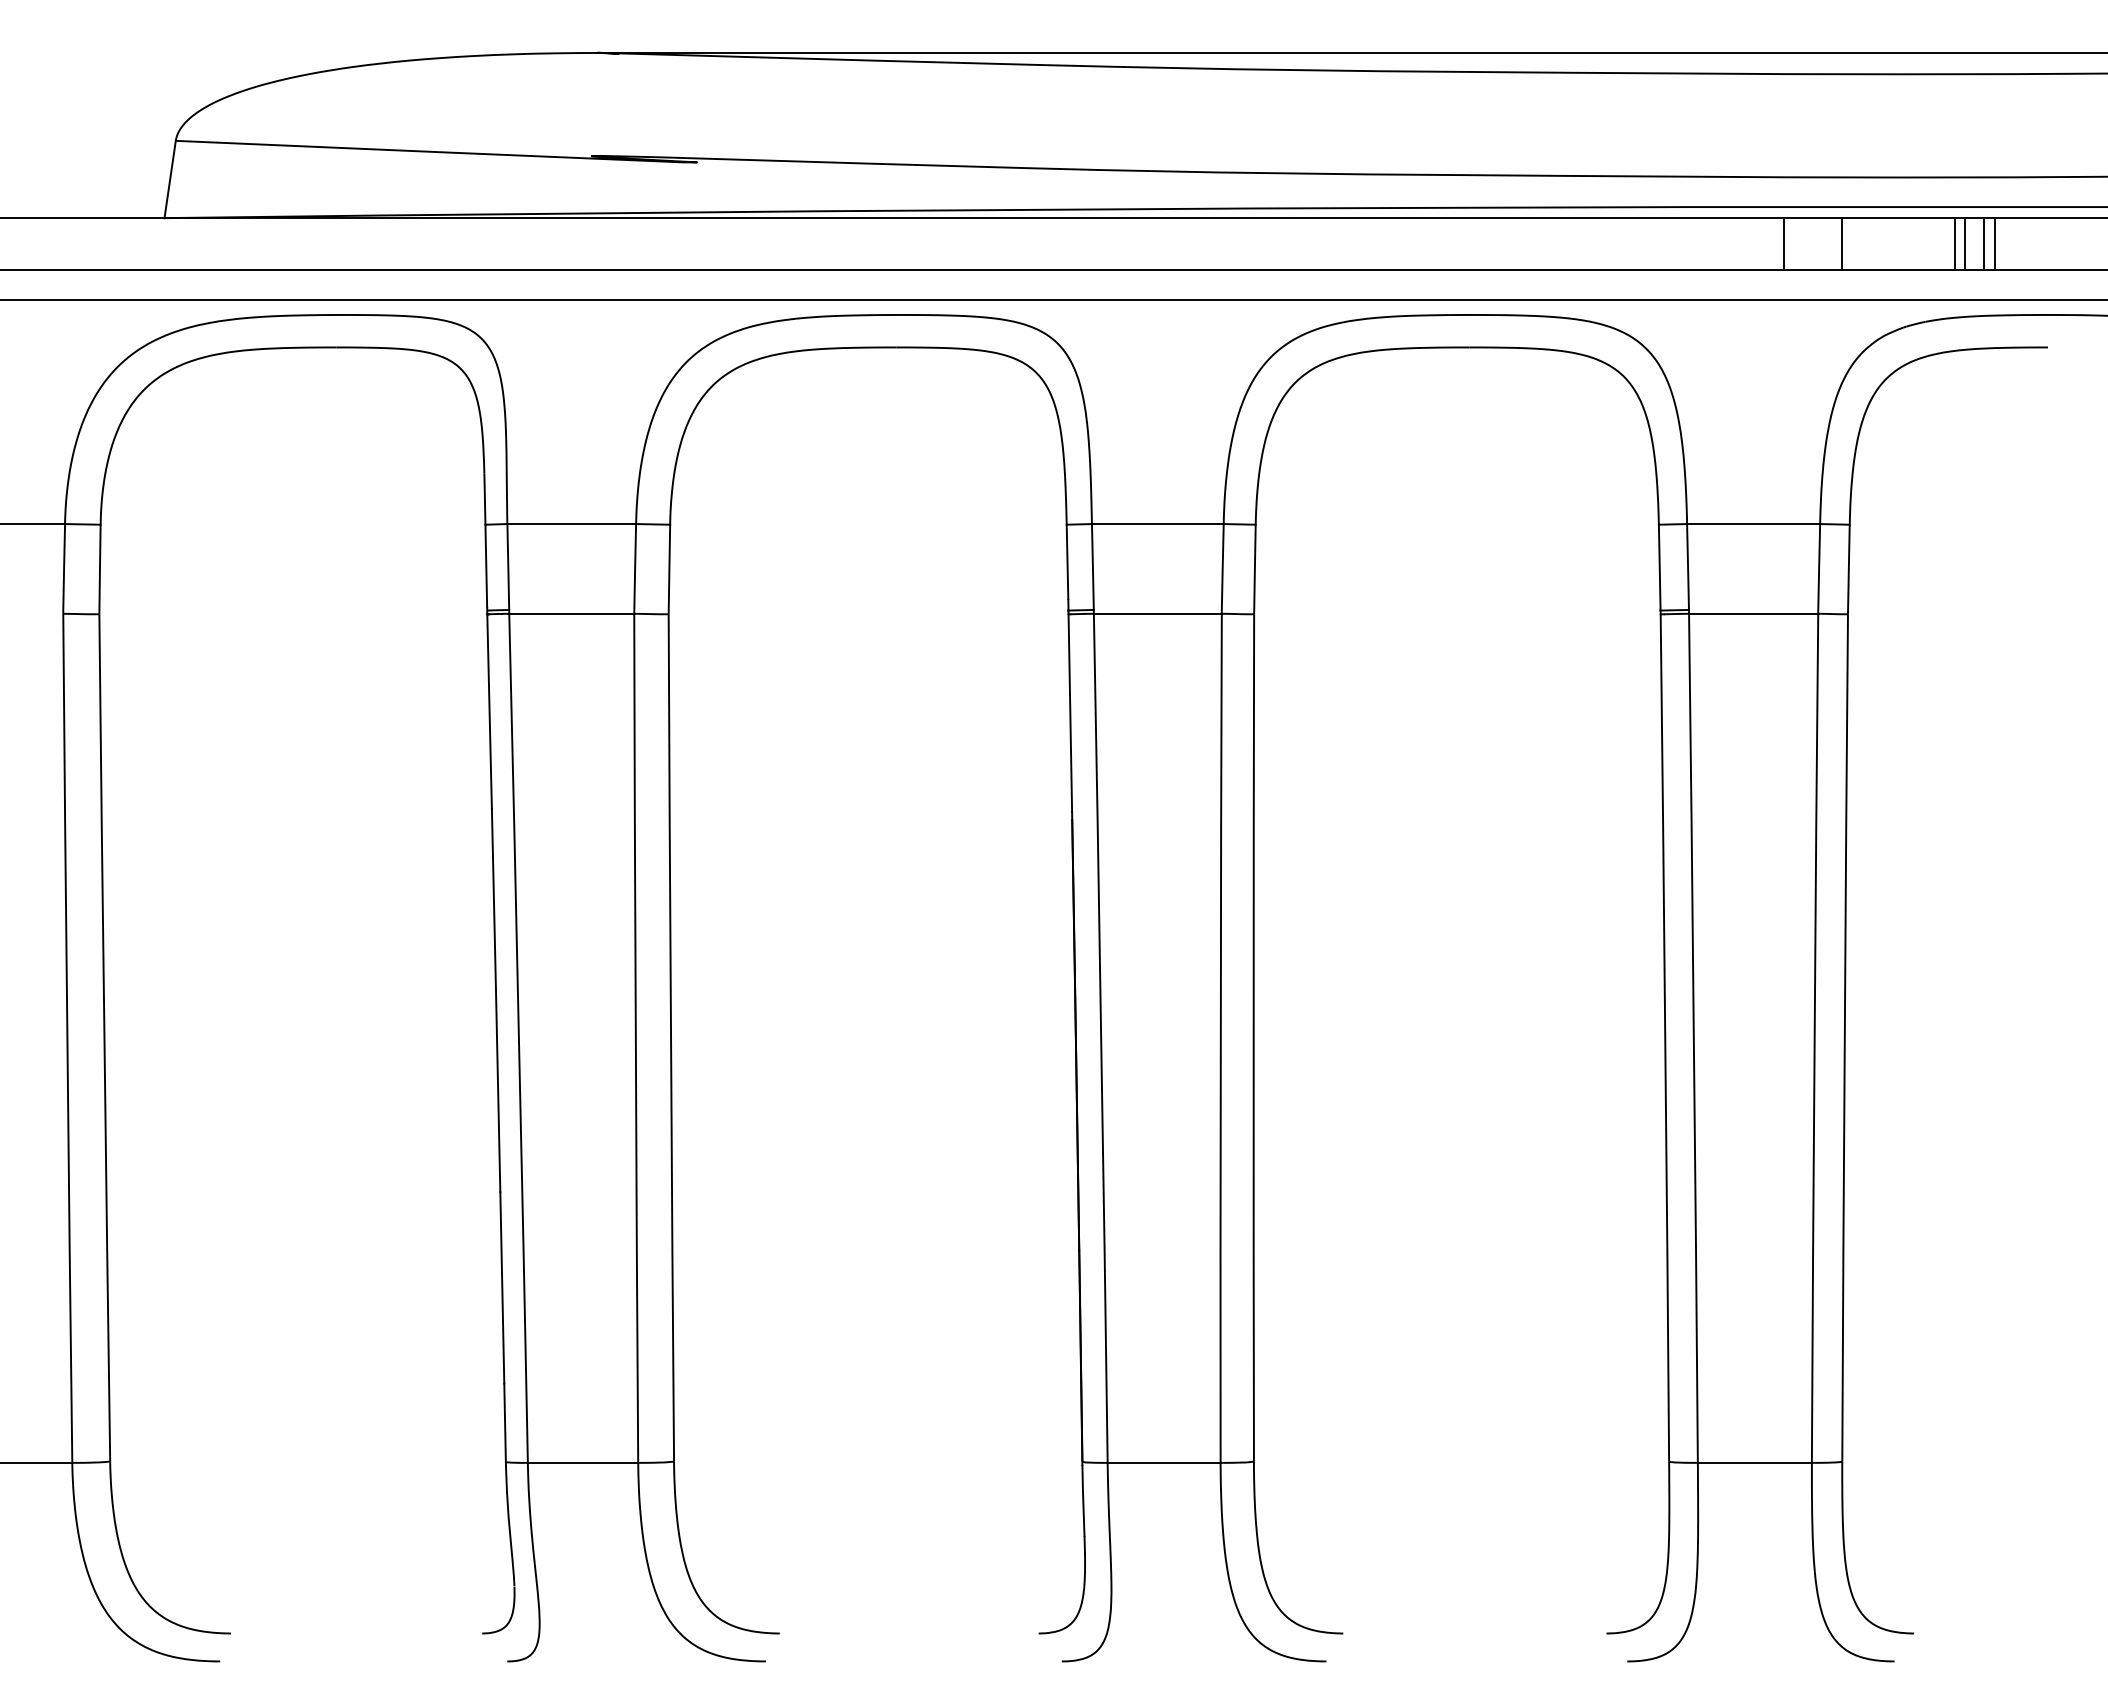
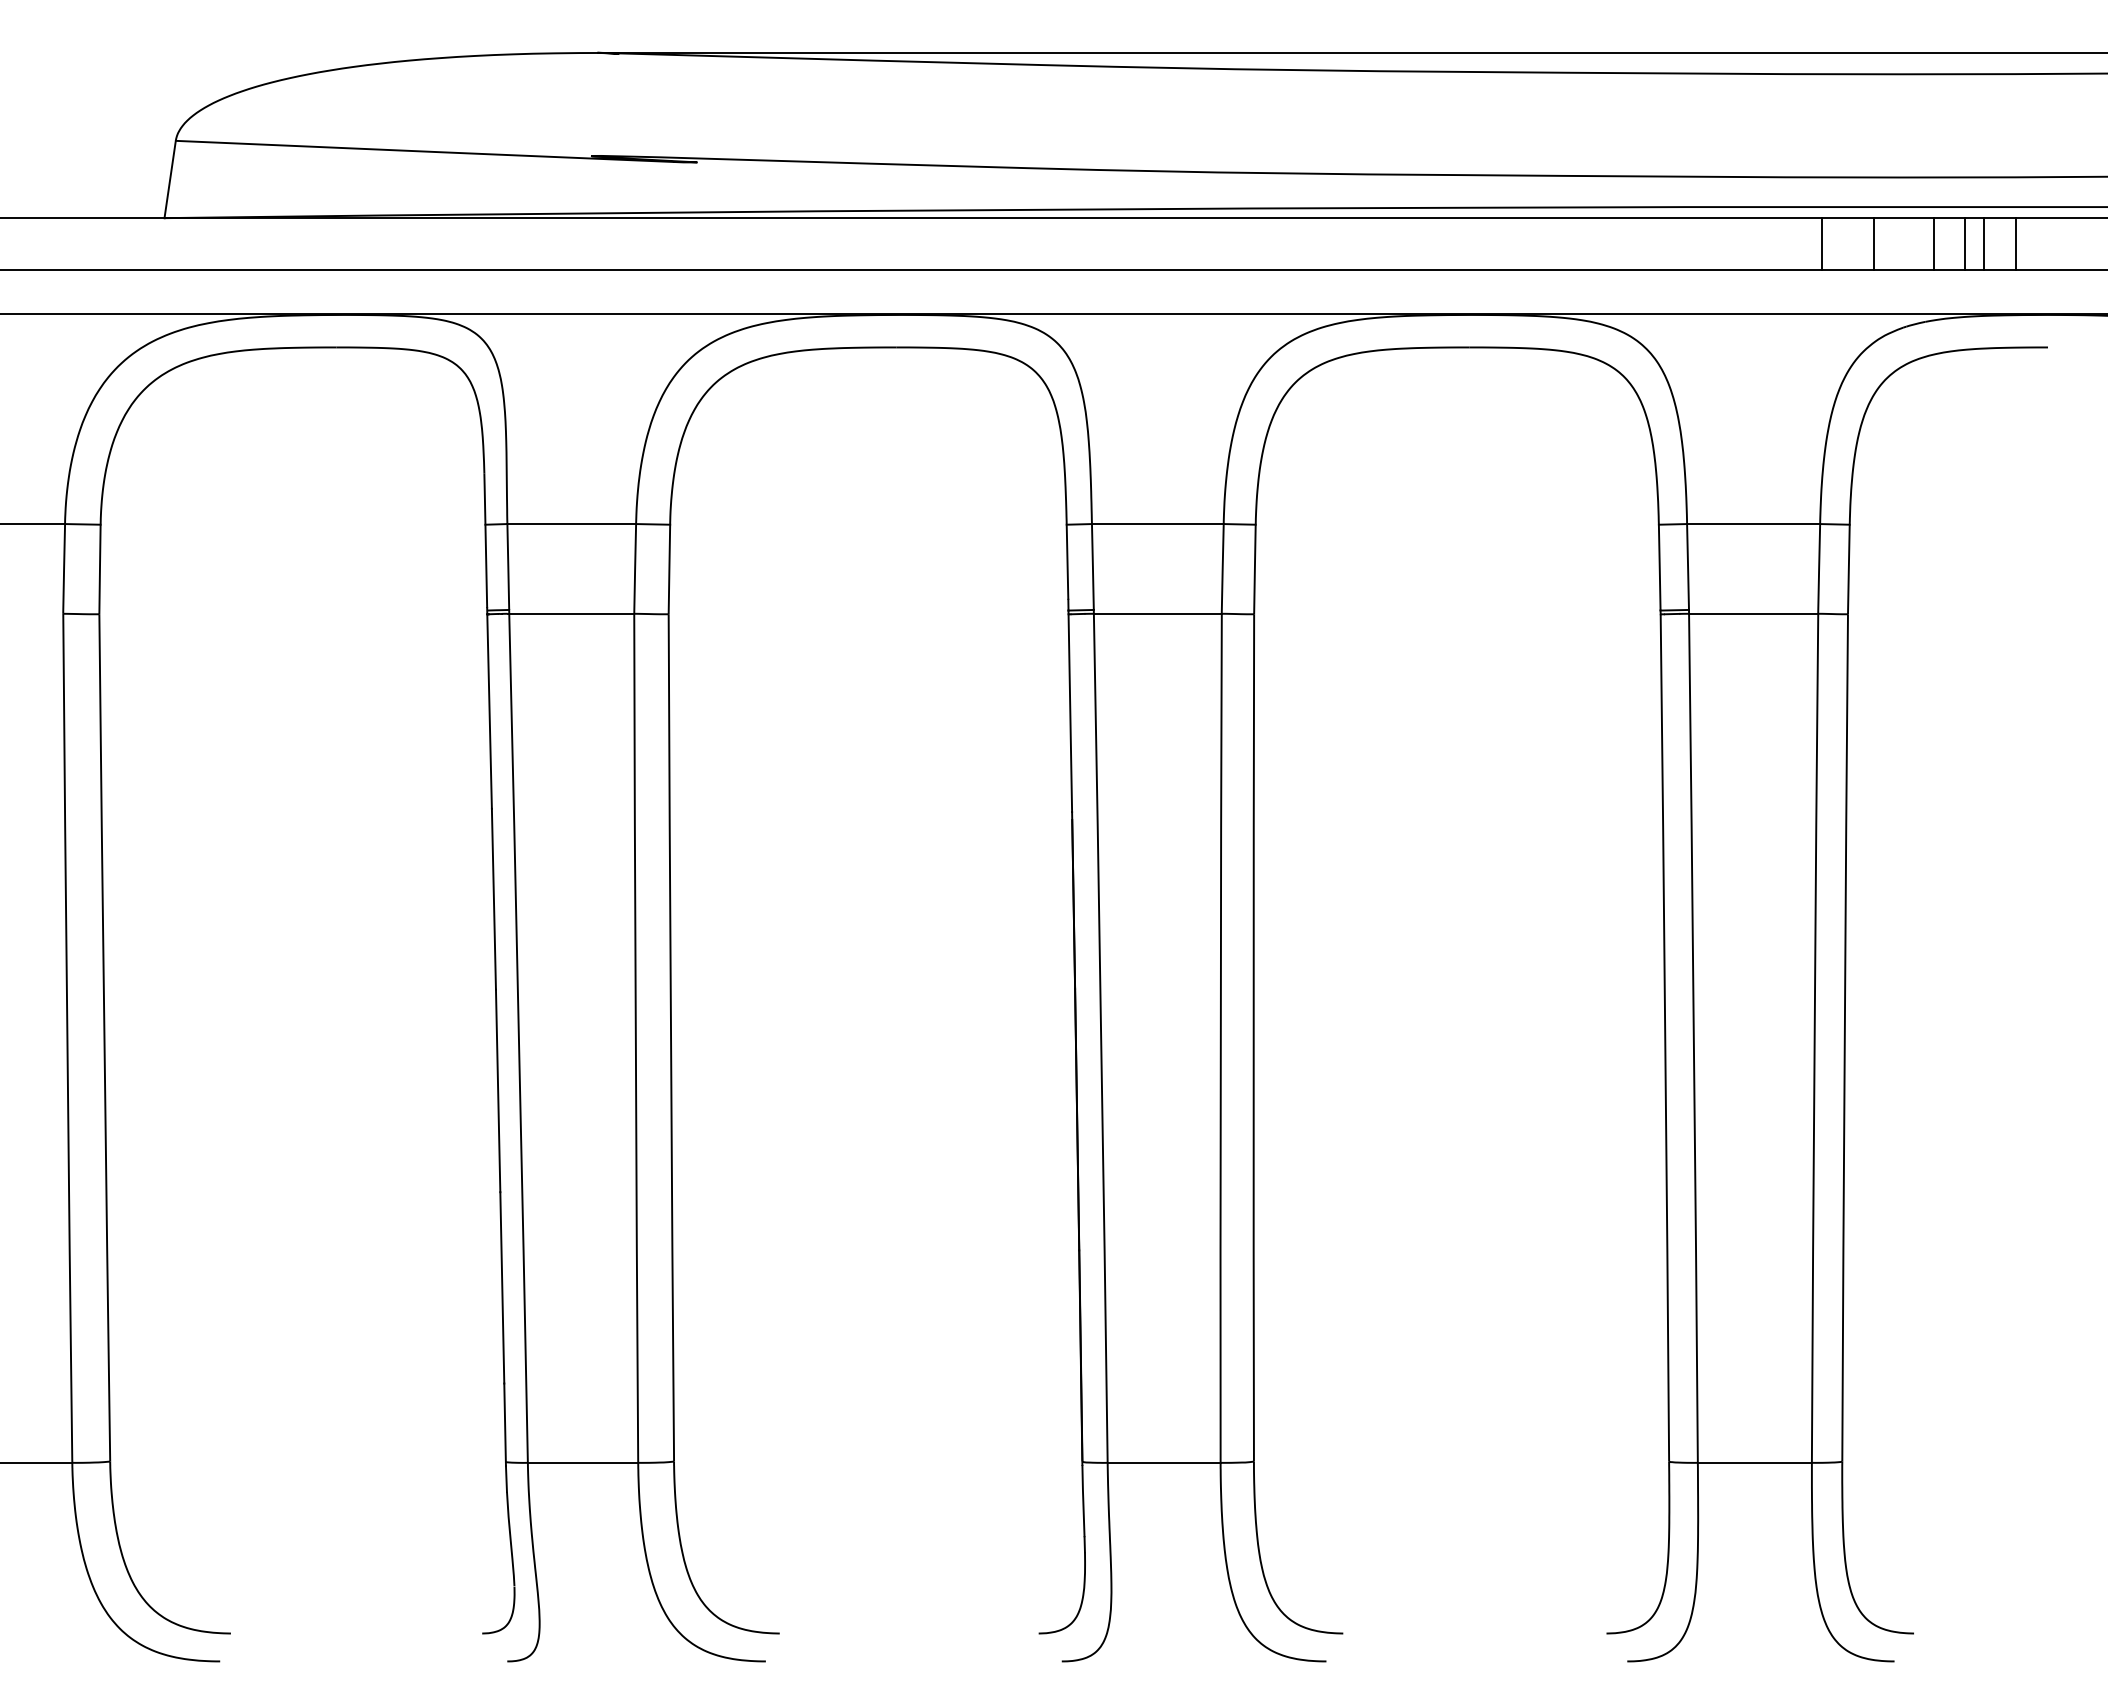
line at (1784, 243) position: (1784, 243) -> (1822, 243)
line at (1841, 243) position: (1841, 243) -> (1873, 243)
line at (1954, 243) position: (1954, 243) -> (1933, 243)
line at (1994, 243) position: (1994, 243) -> (2015, 243)
line at (1053, 300) position: (1053, 300) -> (1053, 314)
